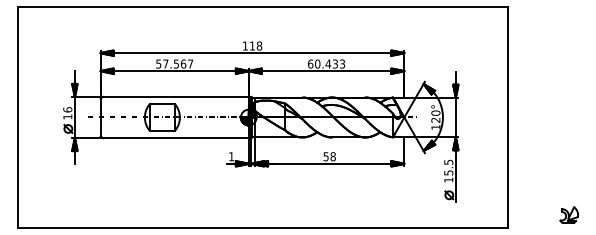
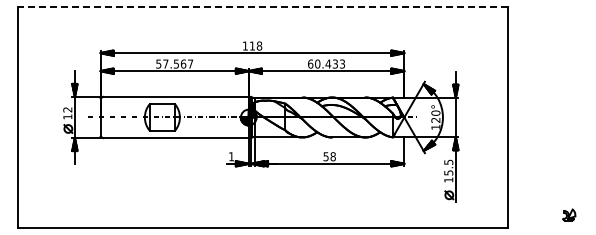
line at (262, 7): solid -> dashed
text at (67, 109): 16 -> 12
part at (568, 214) size: 20x18 px -> 15x14 px
